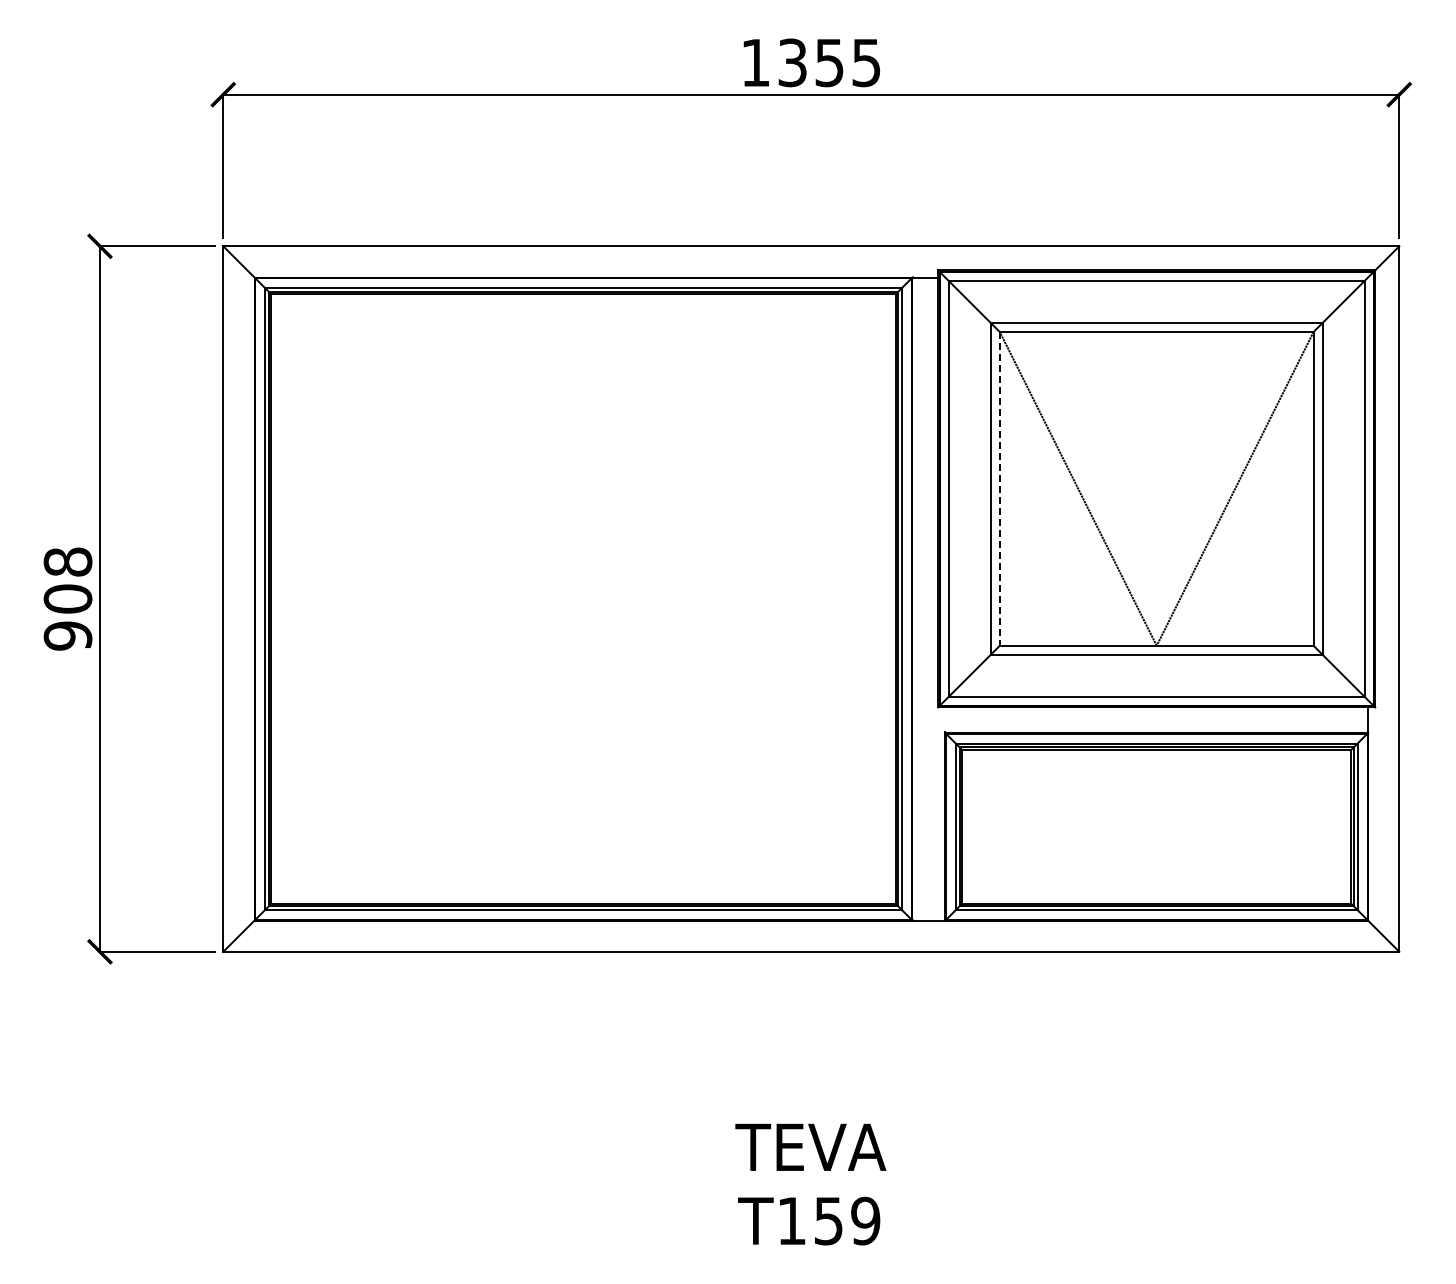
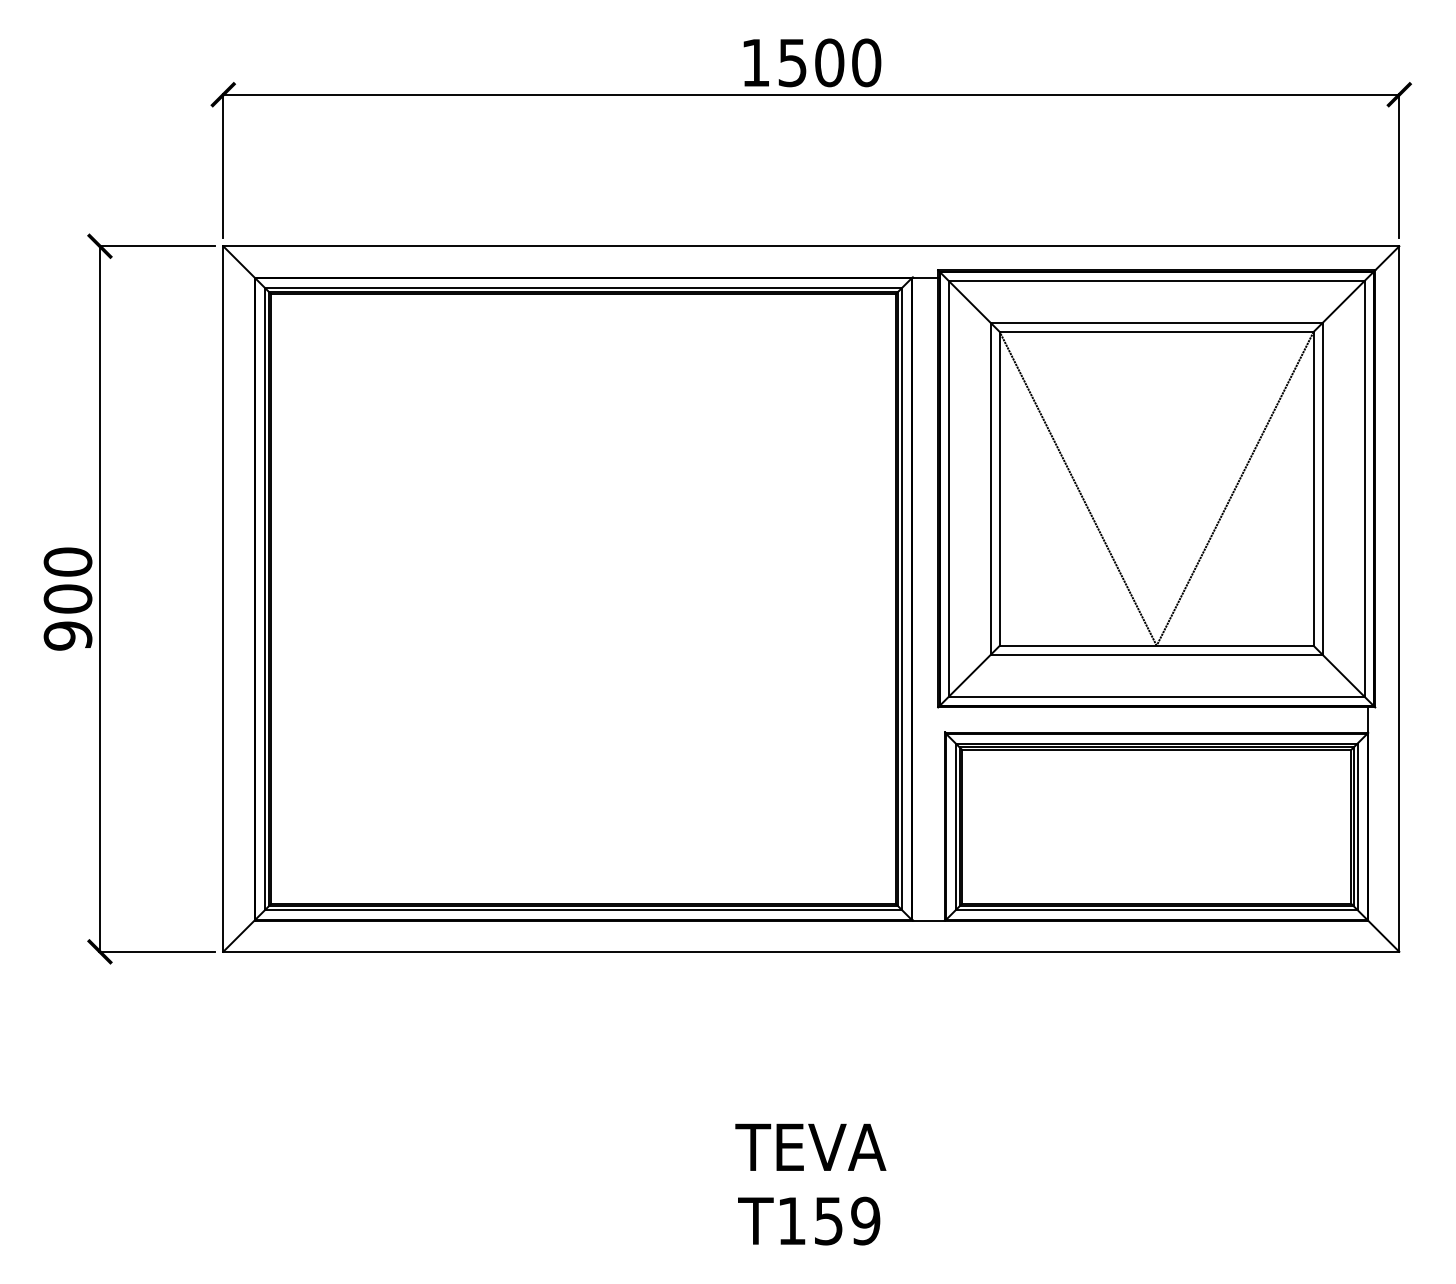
text at (830, 62): 1355 -> 1500
line at (999, 488): dashed -> solid
text at (67, 561): 908 -> 900
